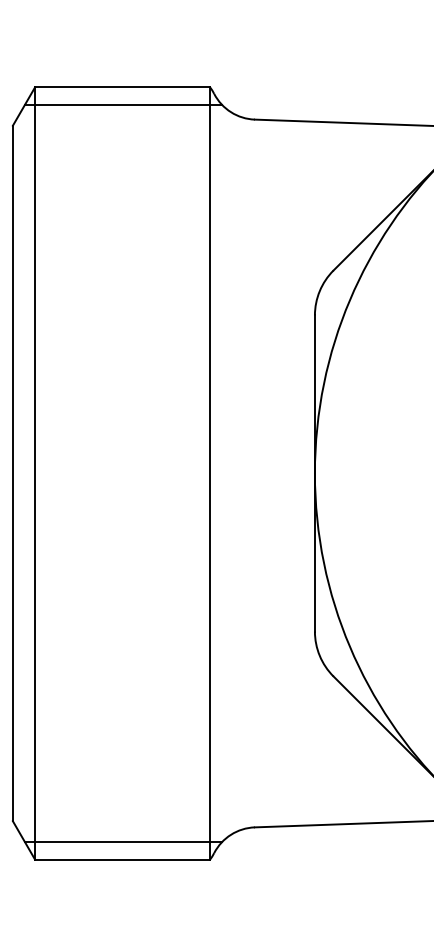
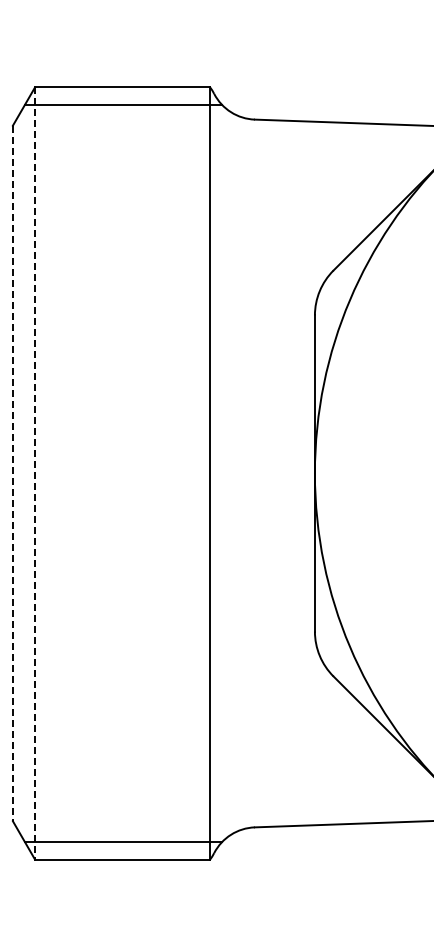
line at (12, 473): solid -> dashed
line at (35, 474): solid -> dashed
